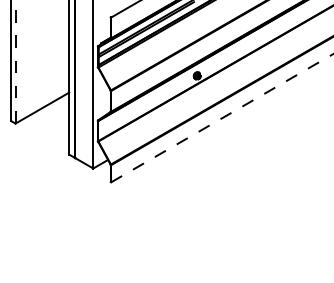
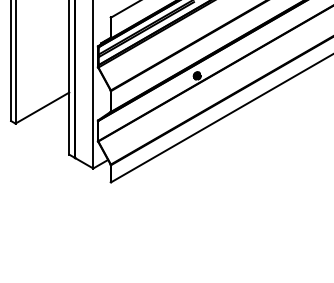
line at (15, 62): dashed -> solid
line at (222, 117): dashed -> solid
